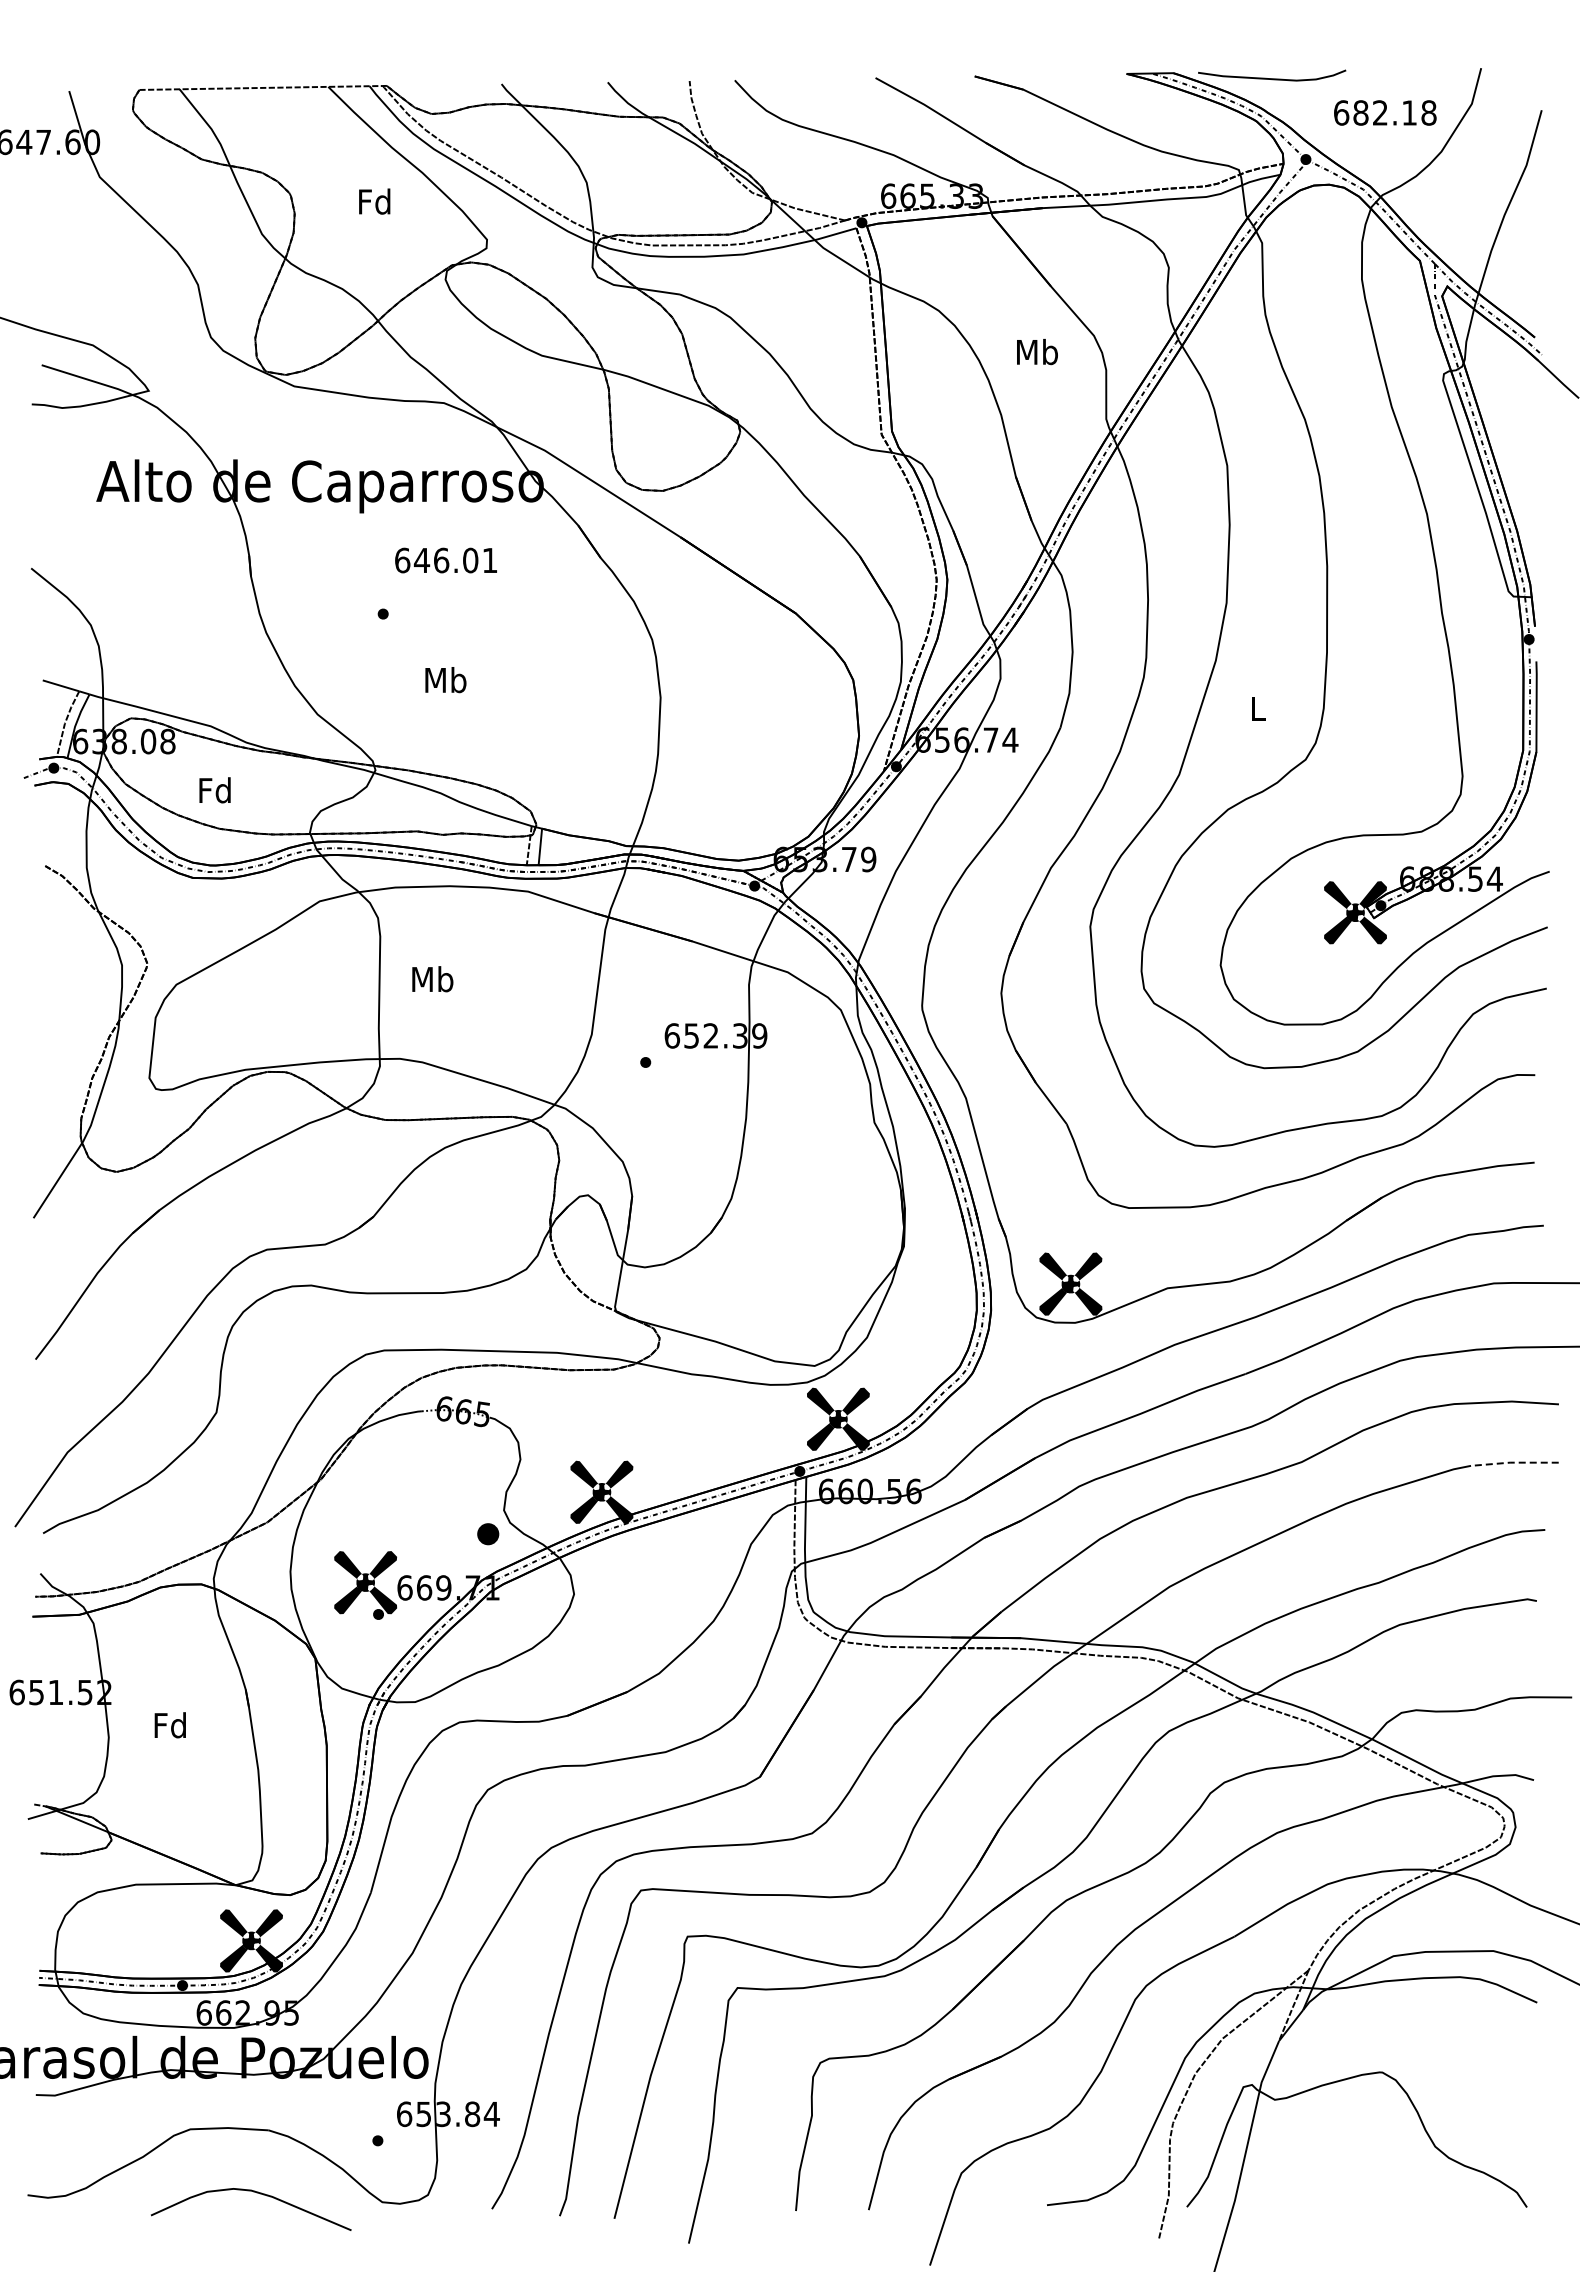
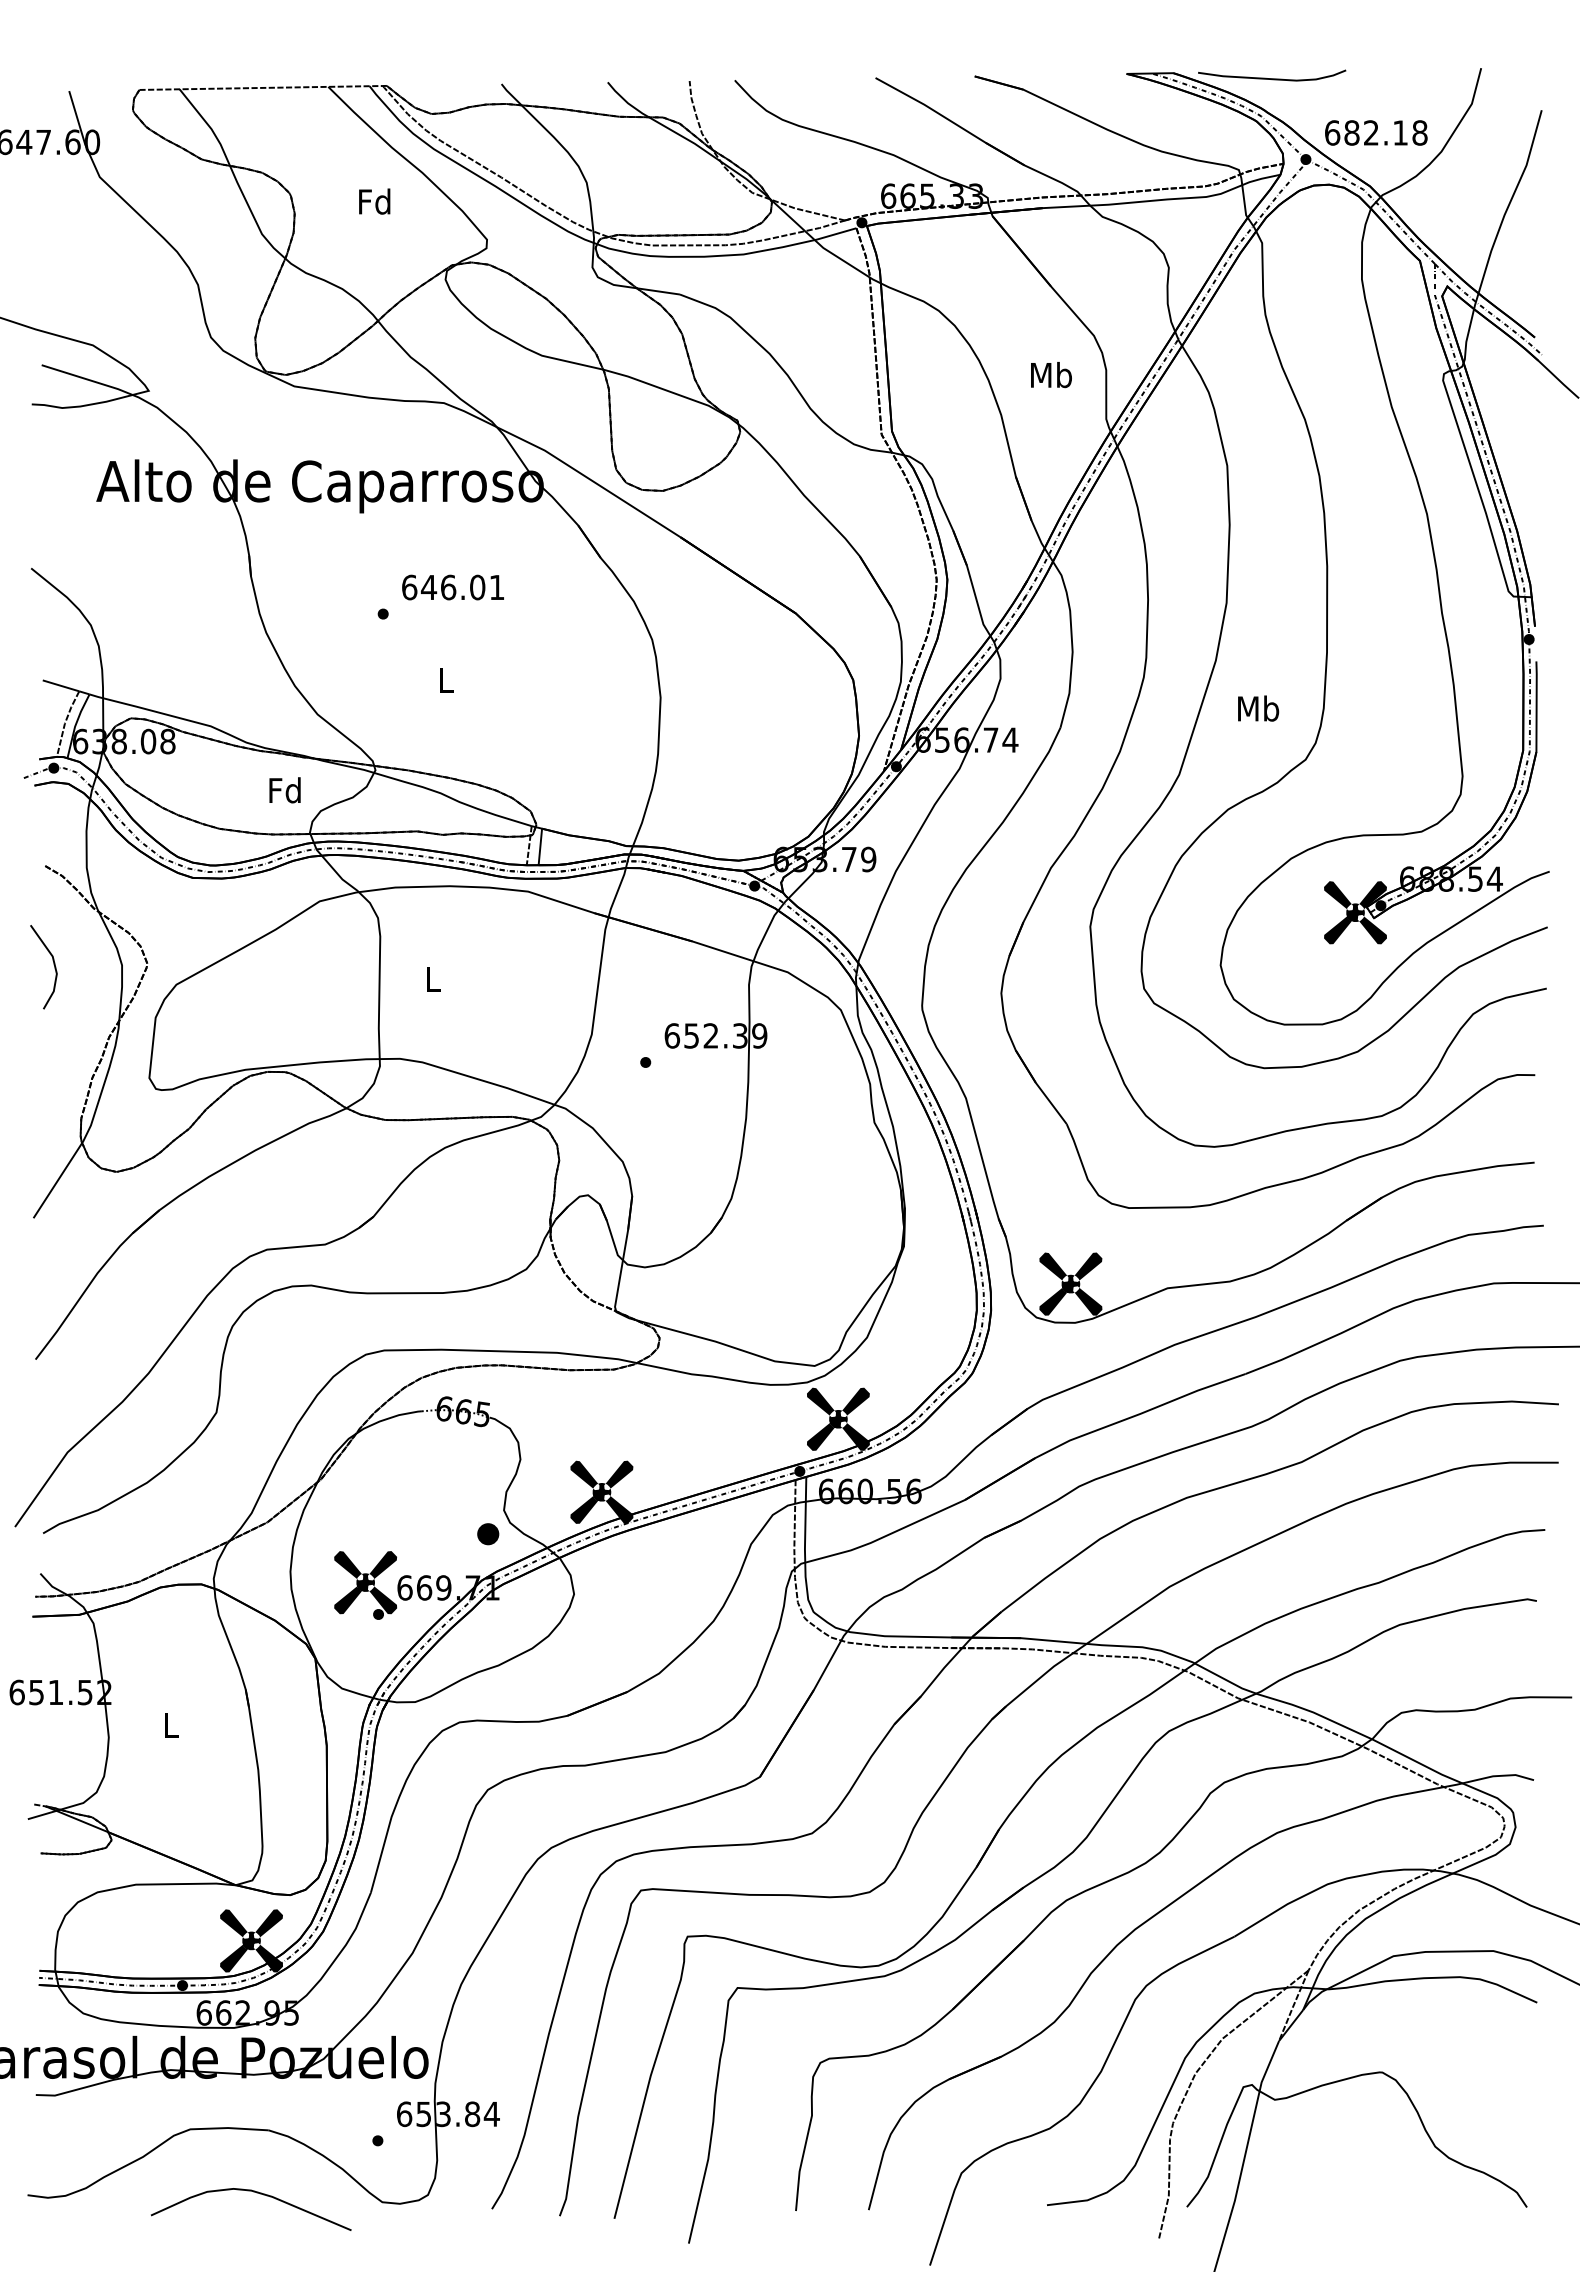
text at (1385, 112) position: (1385, 112) -> (1376, 132)
text at (1037, 352) position: (1037, 352) -> (1051, 375)
text at (445, 560) position: (445, 560) -> (452, 587)
text at (445, 680): Mb -> L
text at (1258, 708): L -> Mb
text at (214, 790) position: (214, 790) -> (284, 790)
line at (53, 964): none -> present
text at (432, 979): Mb -> L
line at (1514, 1462): dashed -> solid
text at (169, 1725): Fd -> L
